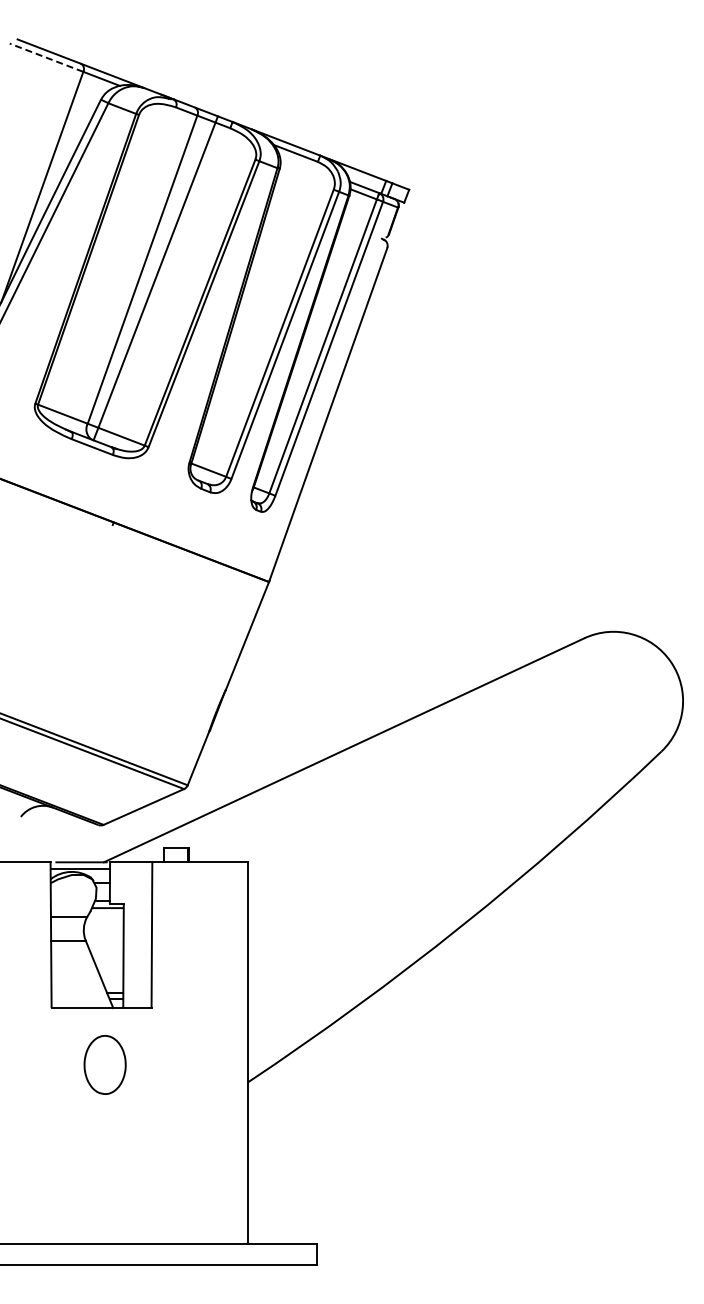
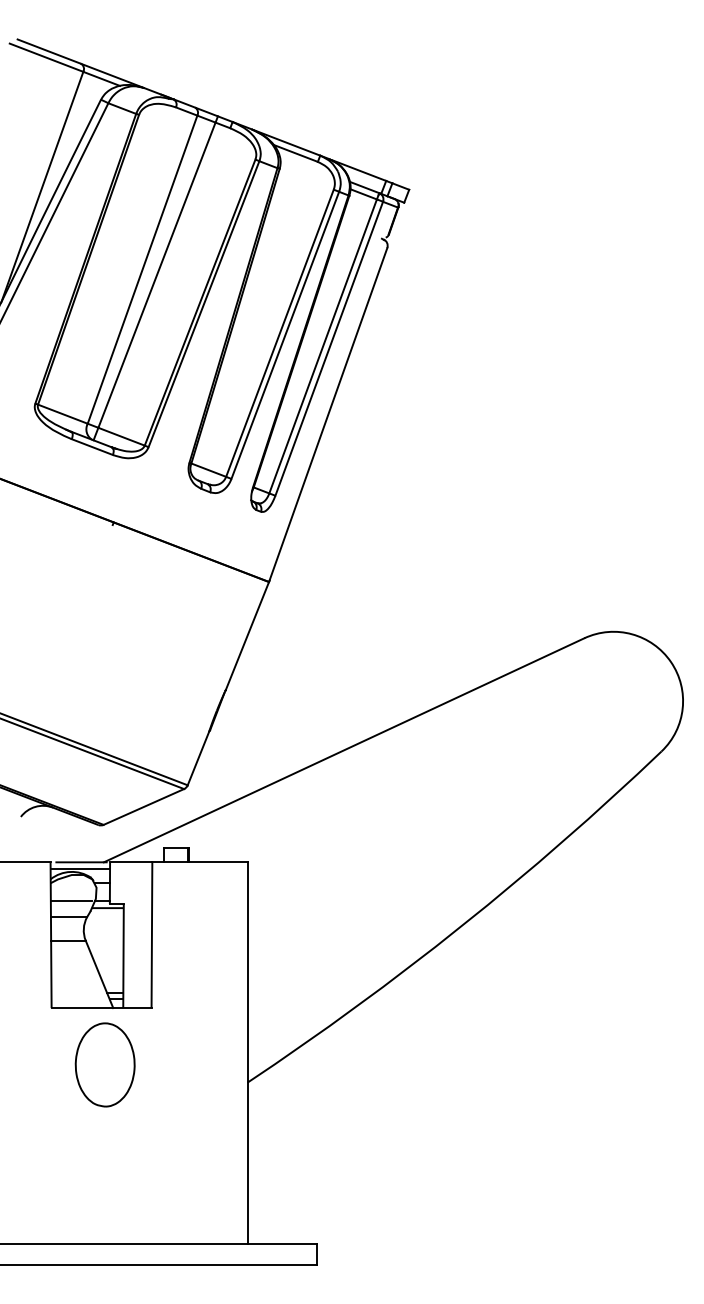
line at (46, 57): dashed -> solid
line at (71, 901): none -> present
part at (104, 1064) size: 44x60 px -> 62x86 px
